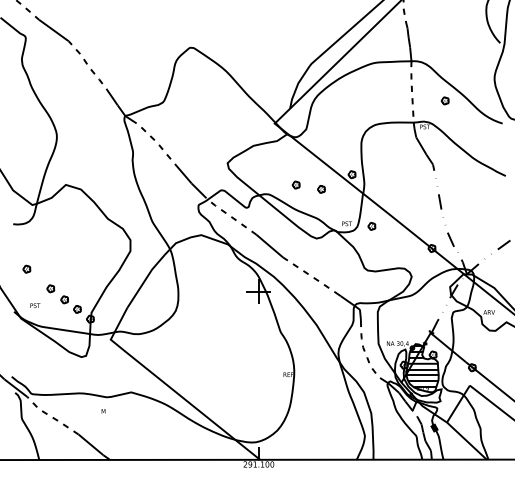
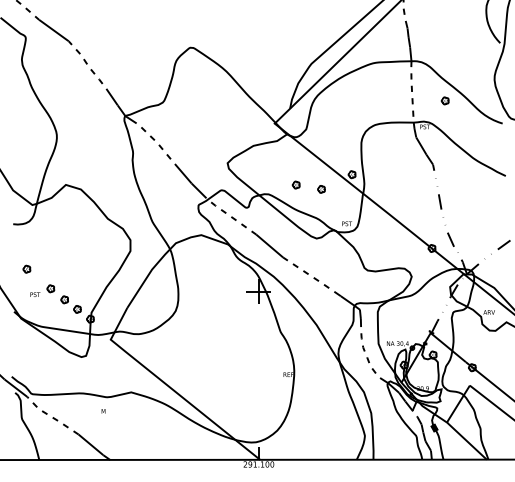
part at (371, 226): present -> none
text at (35, 305) position: (35, 305) -> (35, 294)
hatch at (422, 366): present -> none
